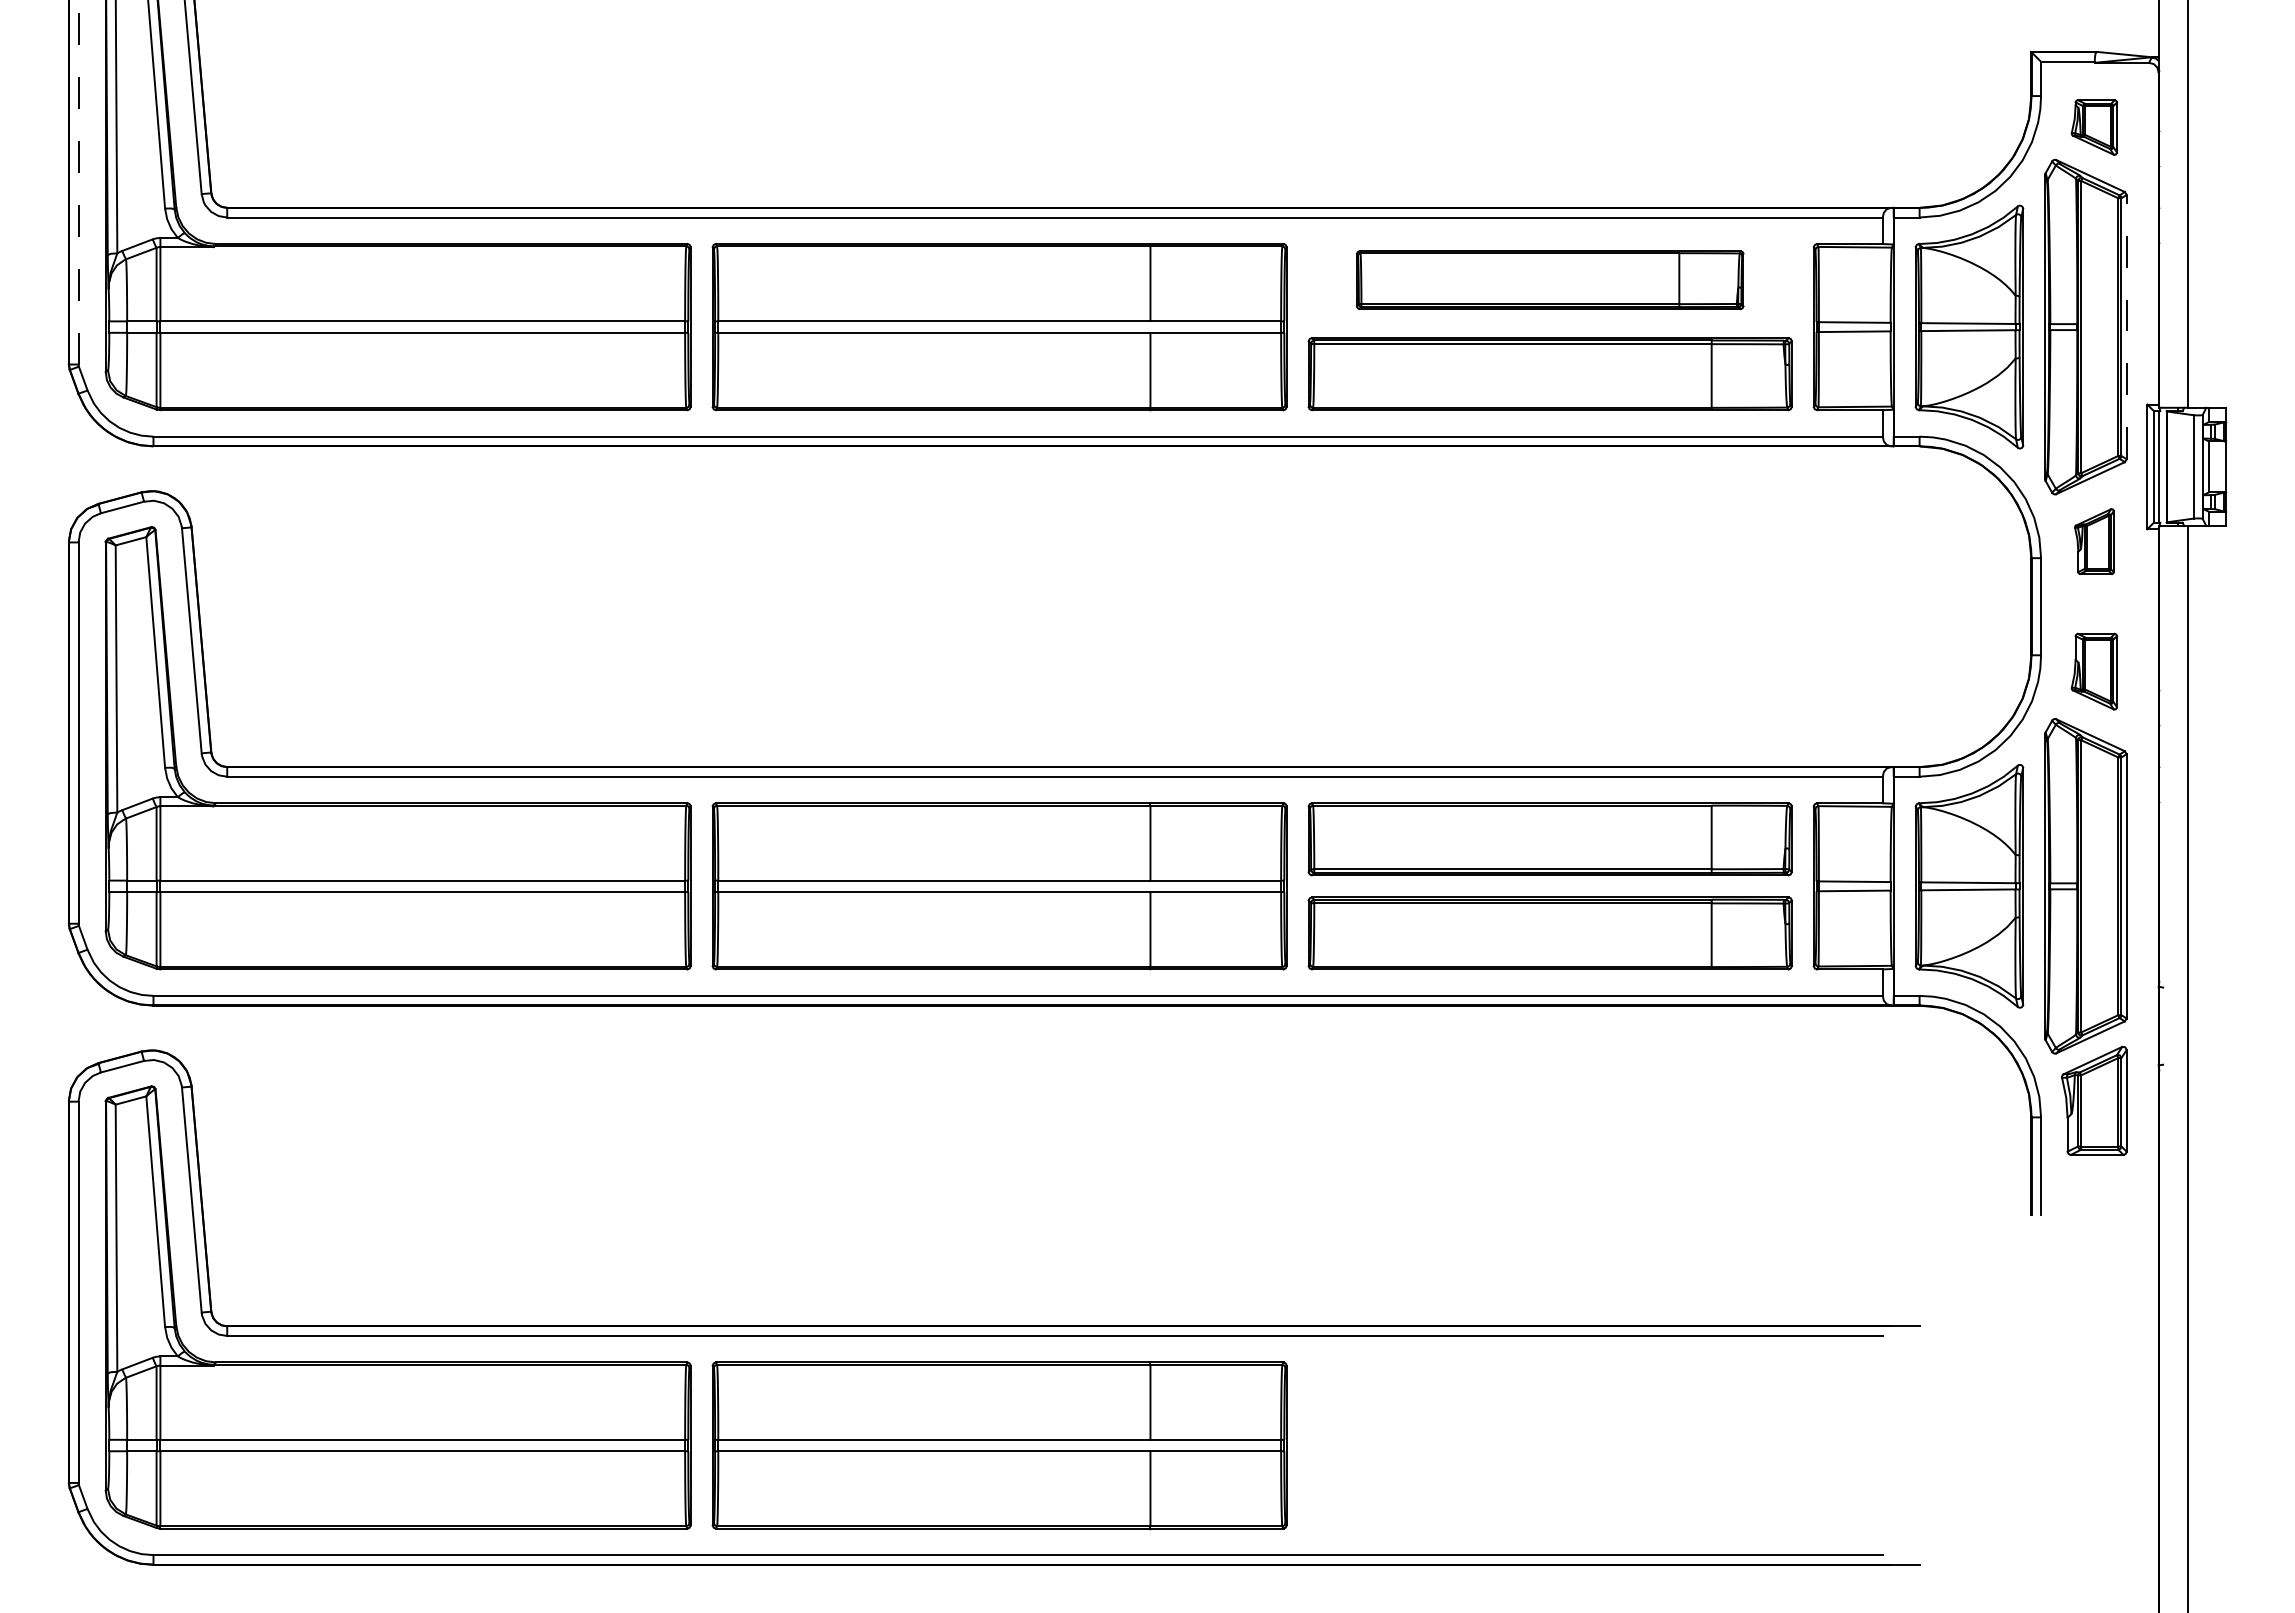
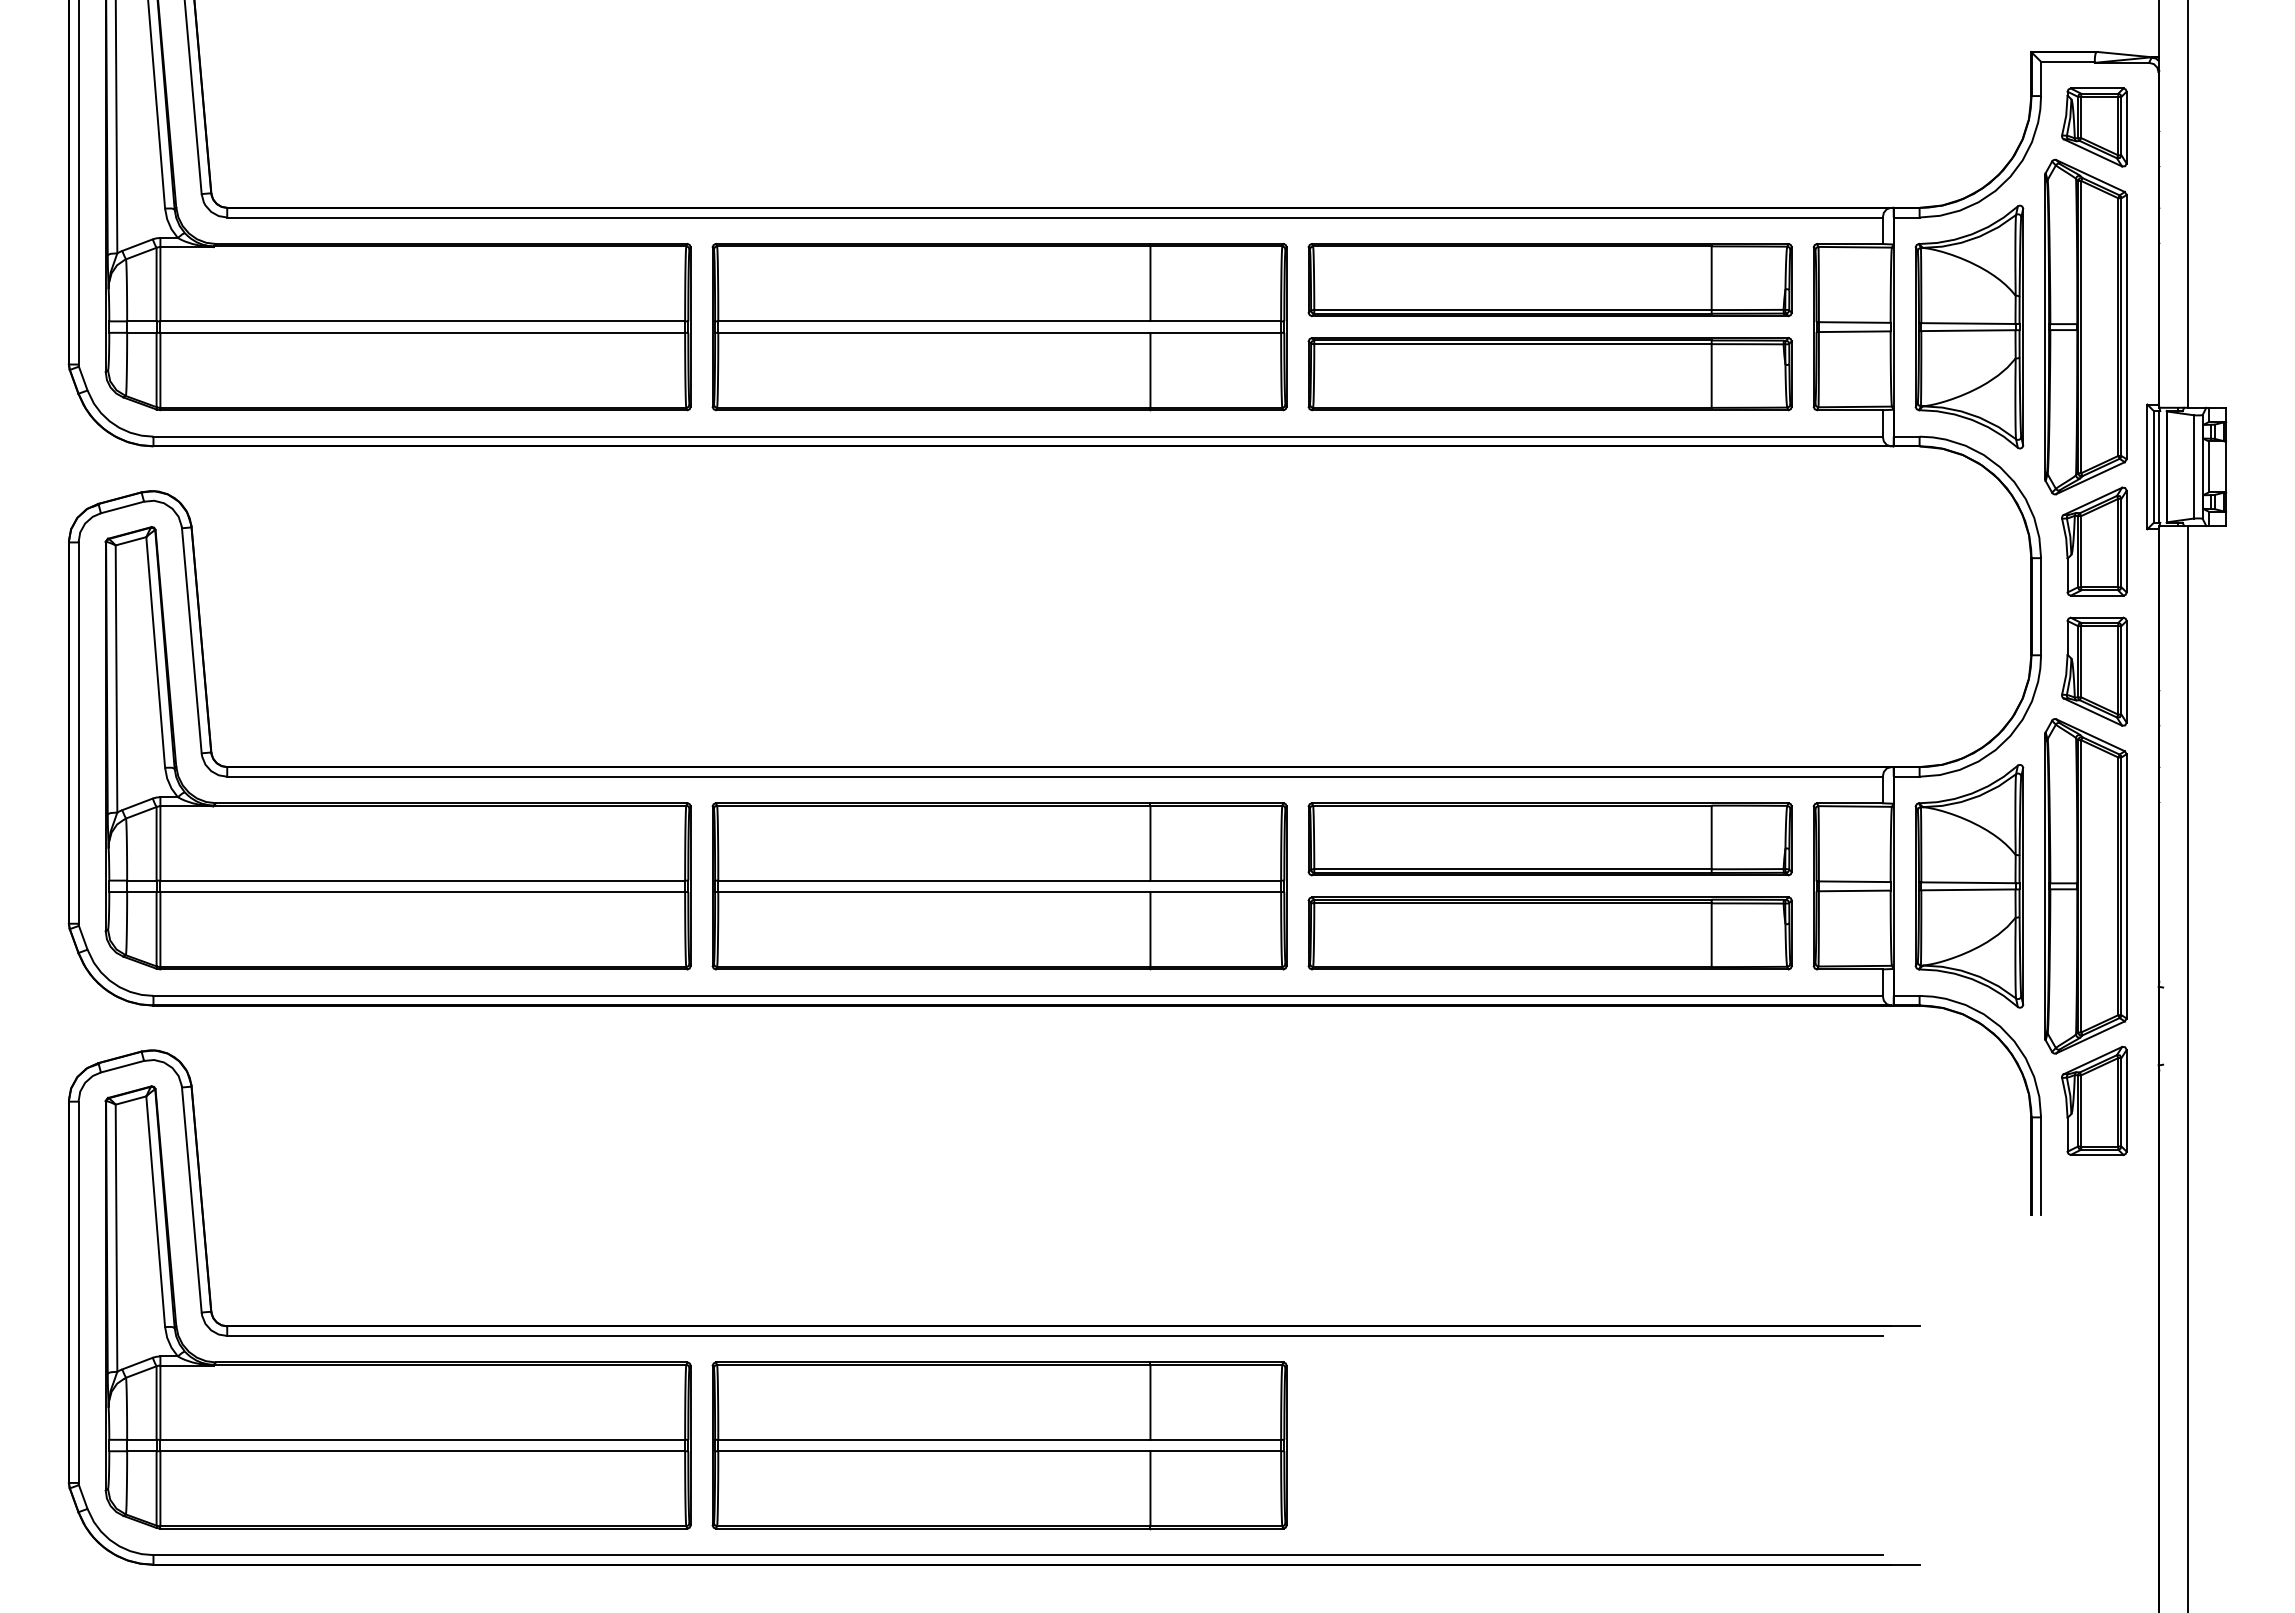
part at (2094, 127) size: 49x57 px -> 67x81 px
line at (78, 181): dashed -> solid
part at (1549, 279) size: 390x60 px -> 486x75 px
line at (2126, 326): dashed -> solid
part at (2094, 541) size: 41x67 px -> 67x111 px
part at (2094, 671) size: 49x79 px -> 67x111 px
